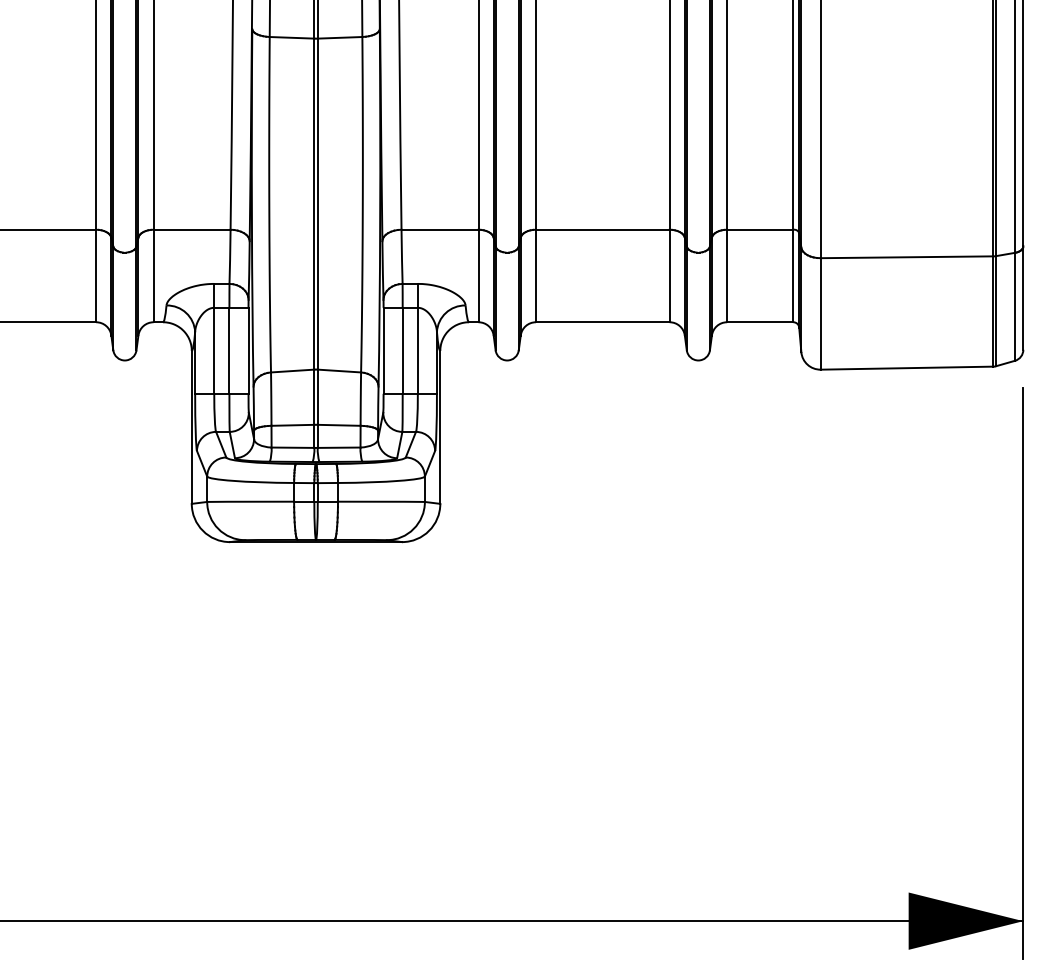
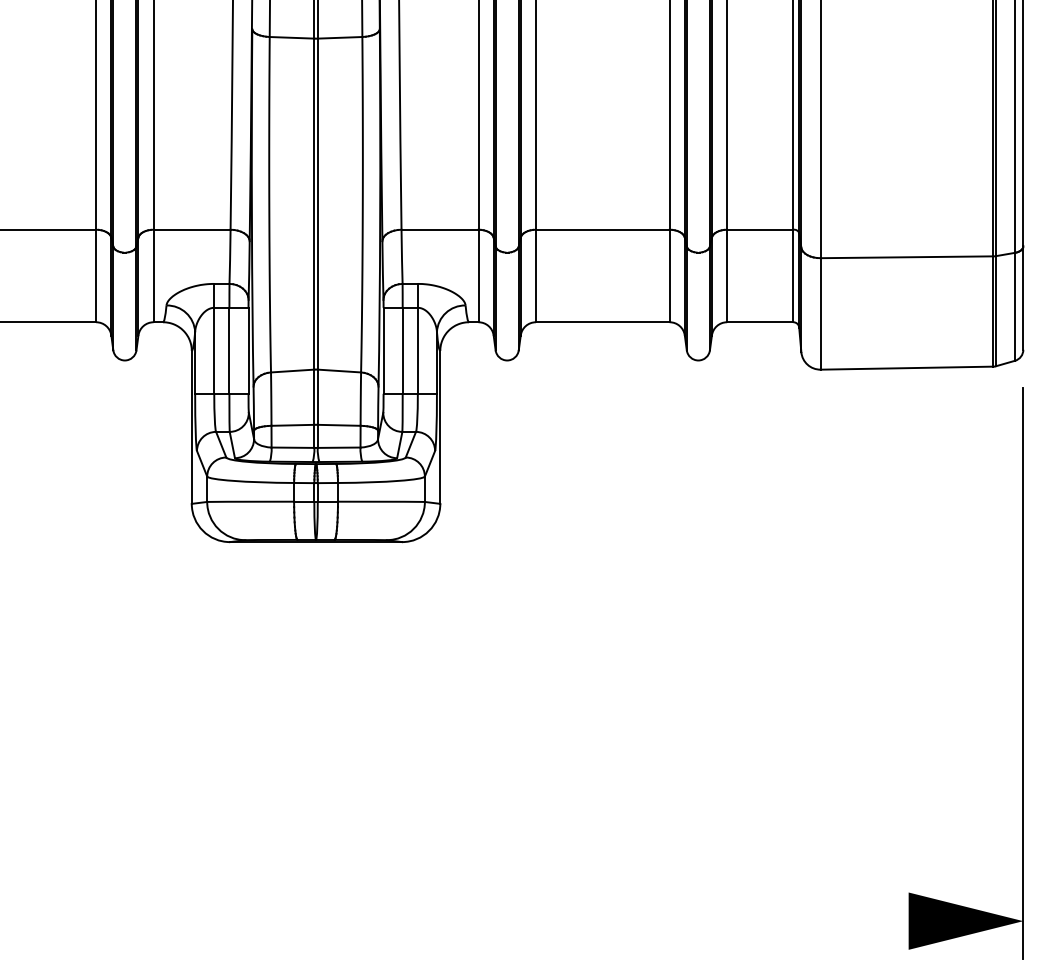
line at (512, 921): present -> none
